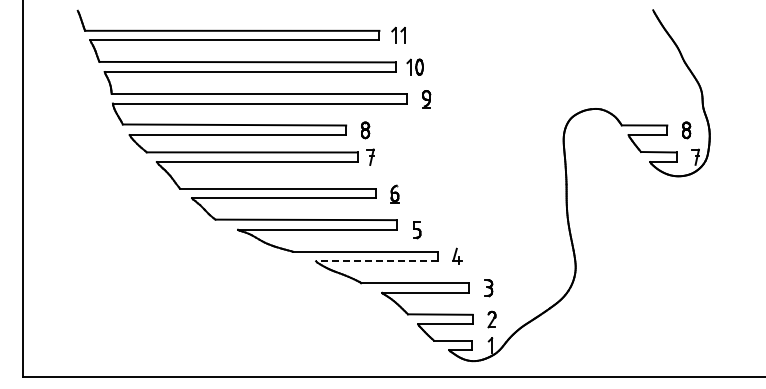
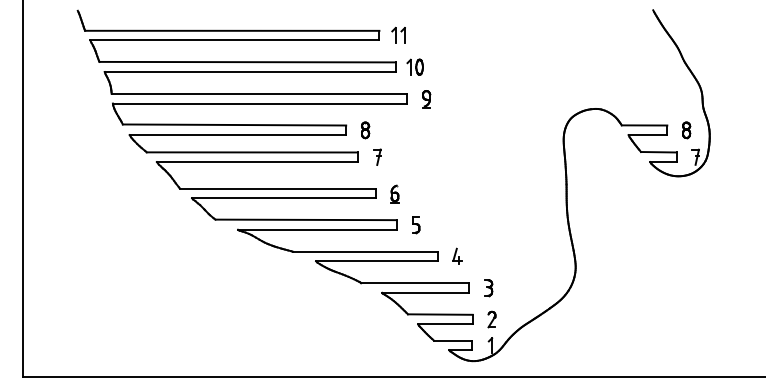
part at (370, 156) position: (370, 156) -> (377, 156)
part at (417, 230) position: (417, 230) -> (416, 225)
line at (376, 261): dashed -> solid
